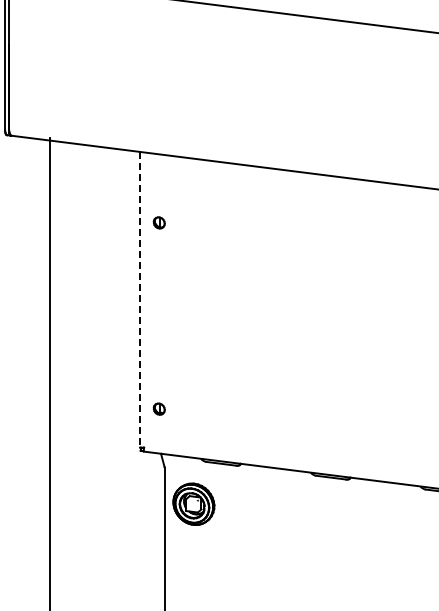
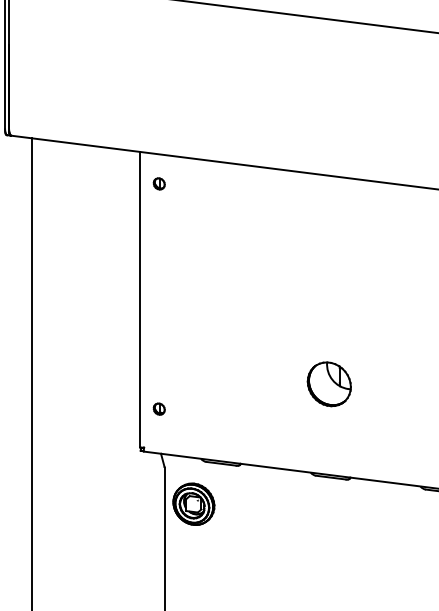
part at (158, 222) position: (158, 222) -> (158, 183)
line at (140, 299): dashed -> solid
line at (50, 372) position: (50, 372) -> (32, 372)
part at (328, 384): none -> present
